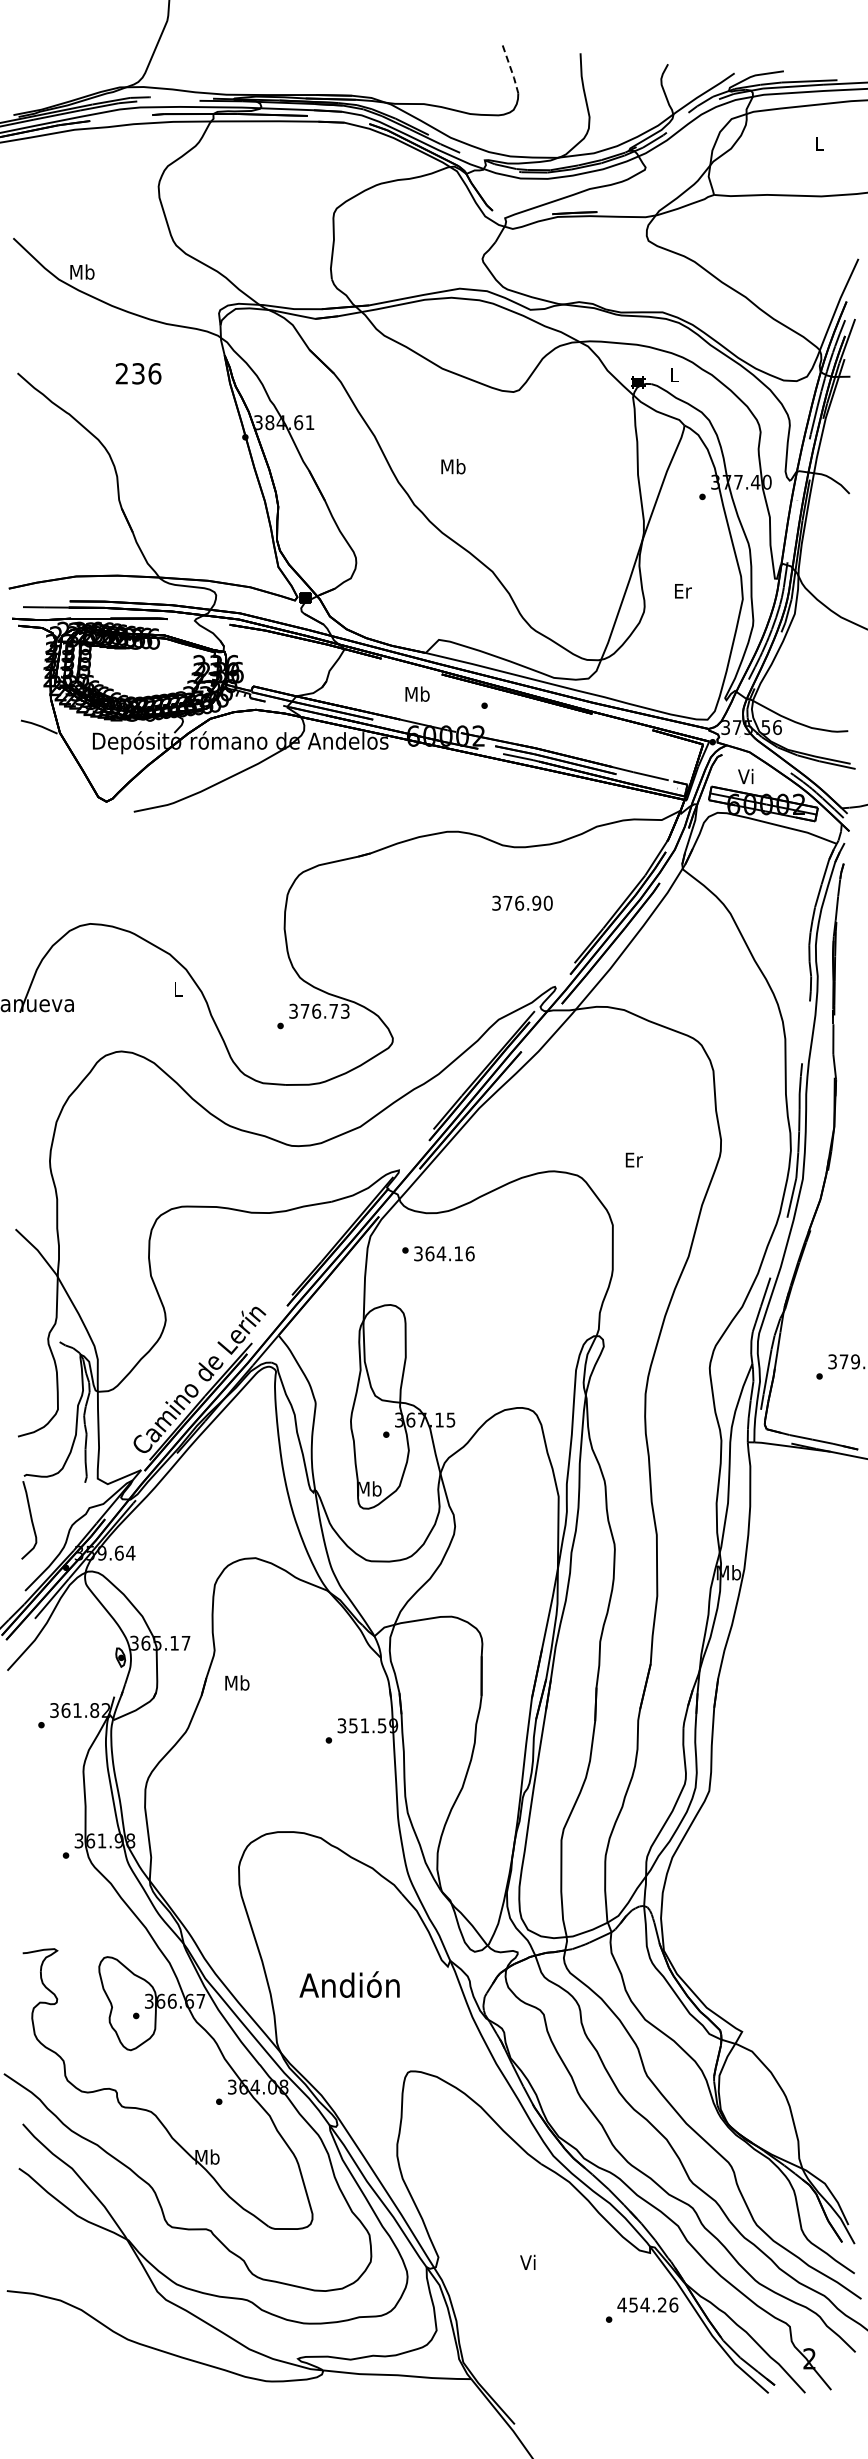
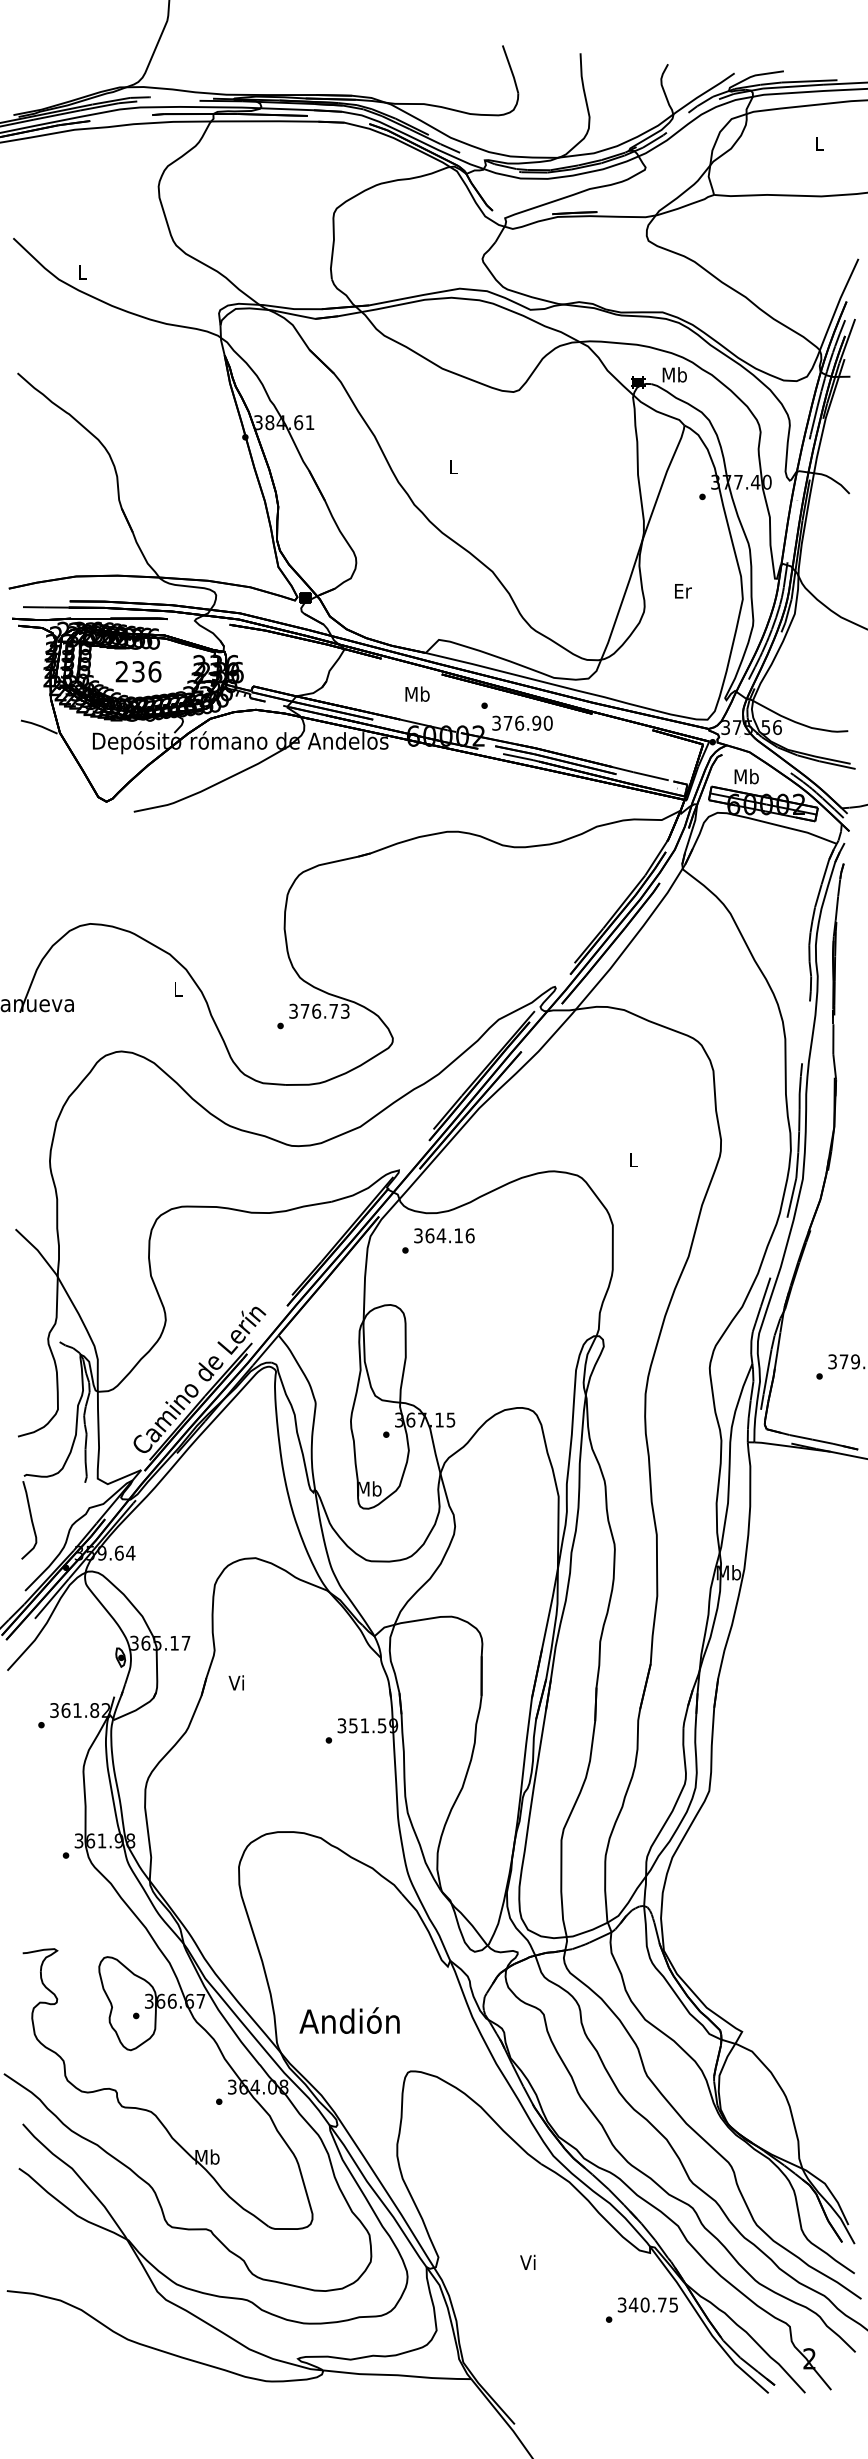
line at (511, 70): dashed -> solid
text at (82, 271): Mb -> L
text at (138, 373) position: (138, 373) -> (138, 671)
text at (674, 374): L -> Mb
text at (453, 466): Mb -> L
text at (746, 776): Vi -> Mb
text at (522, 902) position: (522, 902) -> (522, 722)
text at (633, 1159): Er -> L
text at (444, 1253) position: (444, 1253) -> (444, 1235)
text at (237, 1682): Mb -> Vi
text at (349, 1984) position: (349, 1984) -> (349, 2020)
text at (647, 2304): 454.26 -> 340.75
